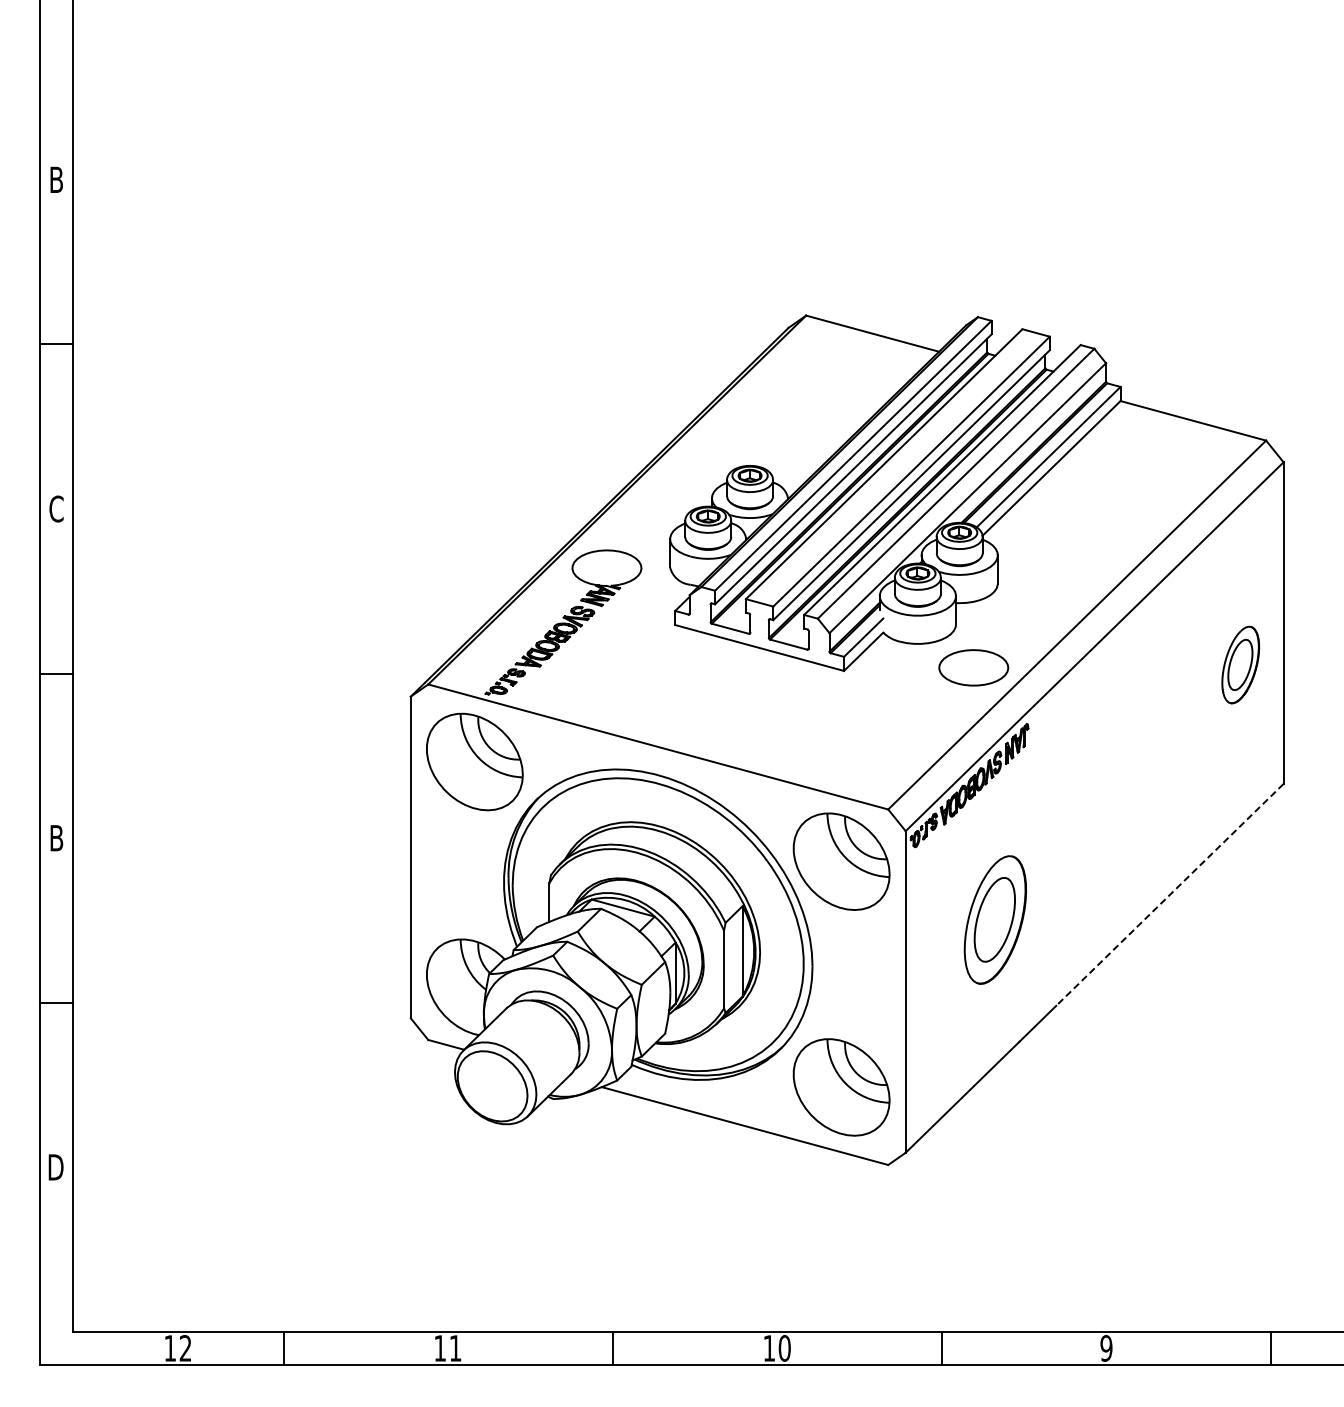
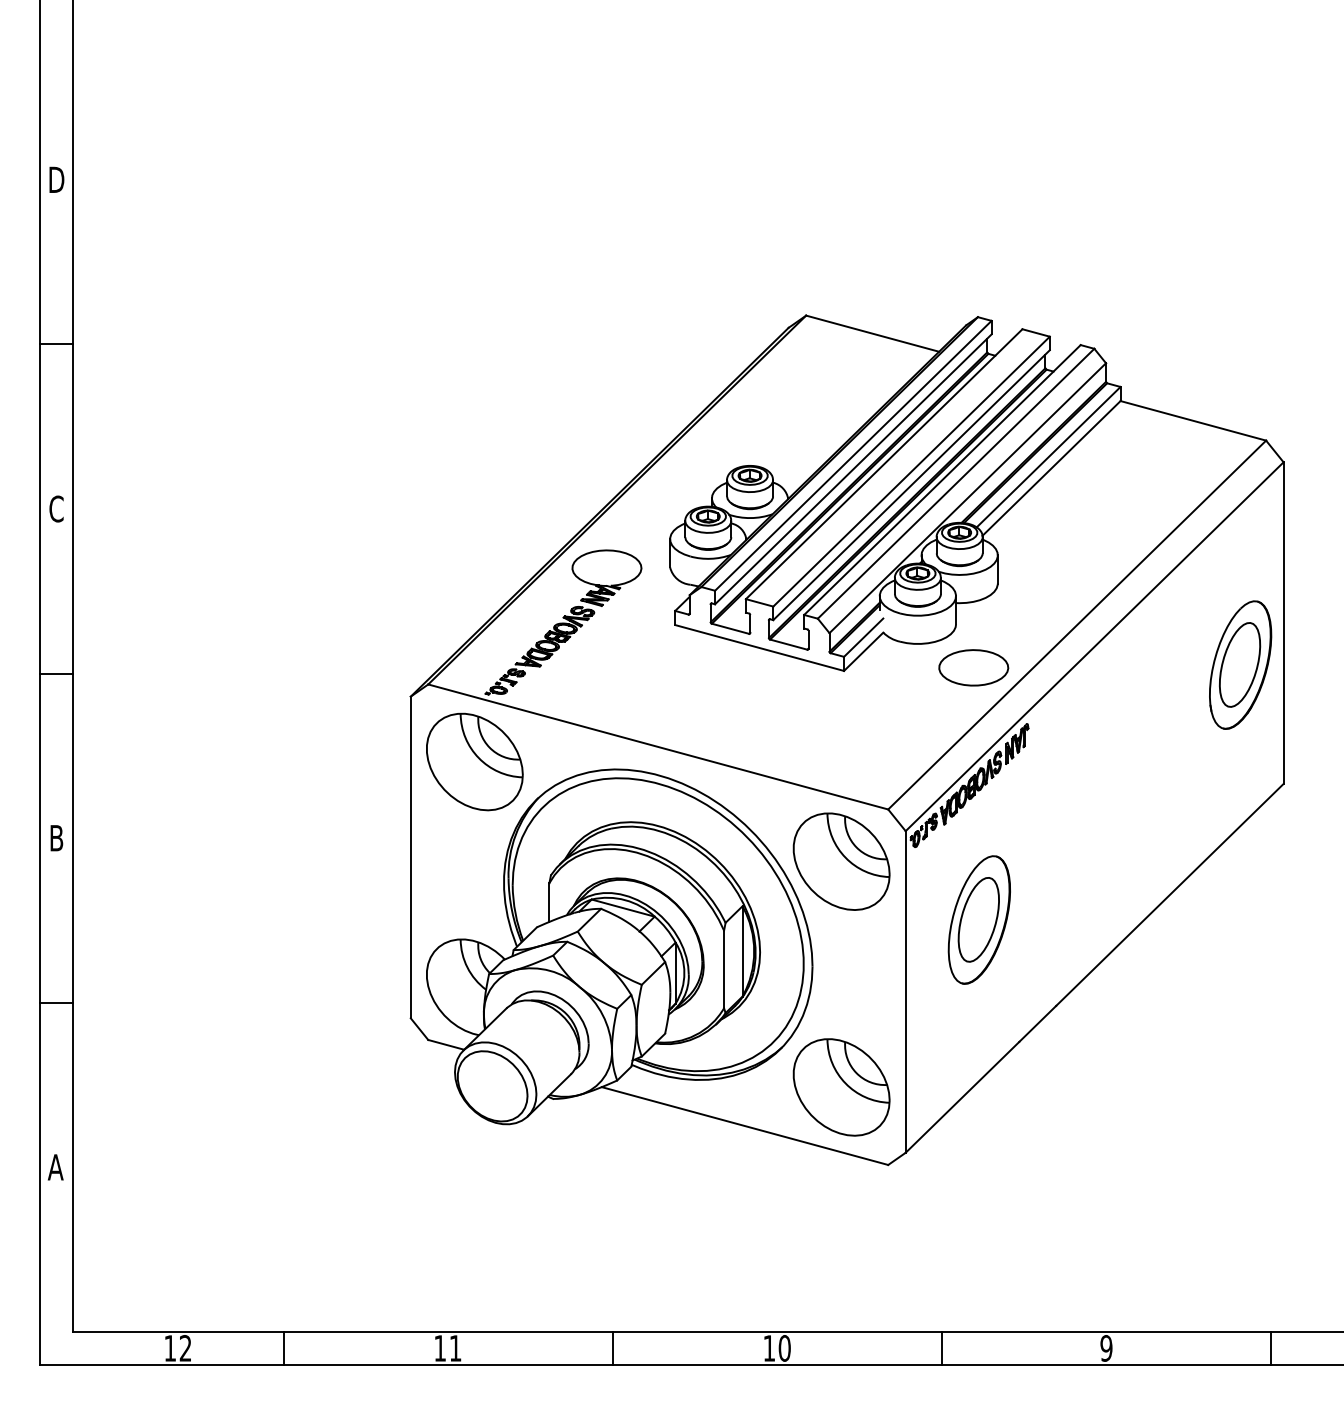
text at (56, 179): B -> D
part at (1240, 664) size: 40x80 px -> 64x130 px
line at (1169, 894): dashed -> solid
part at (994, 919) position: (994, 919) -> (978, 919)
text at (55, 1167): D -> A
